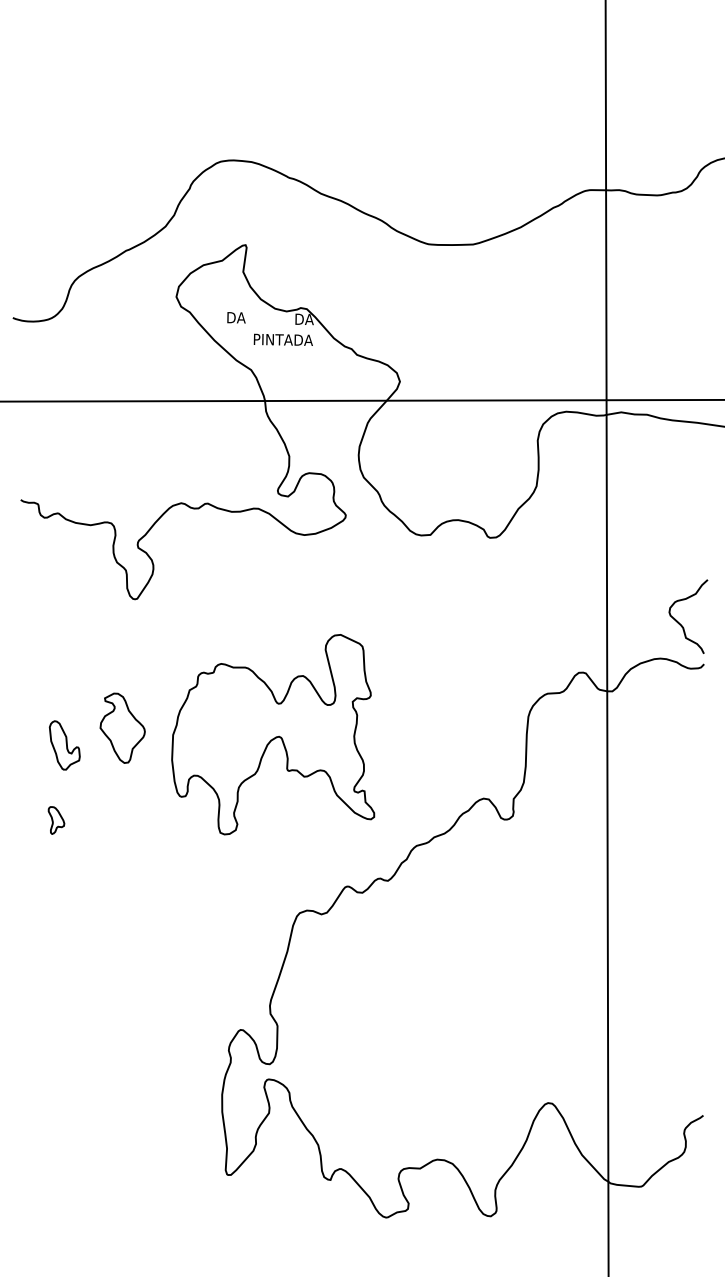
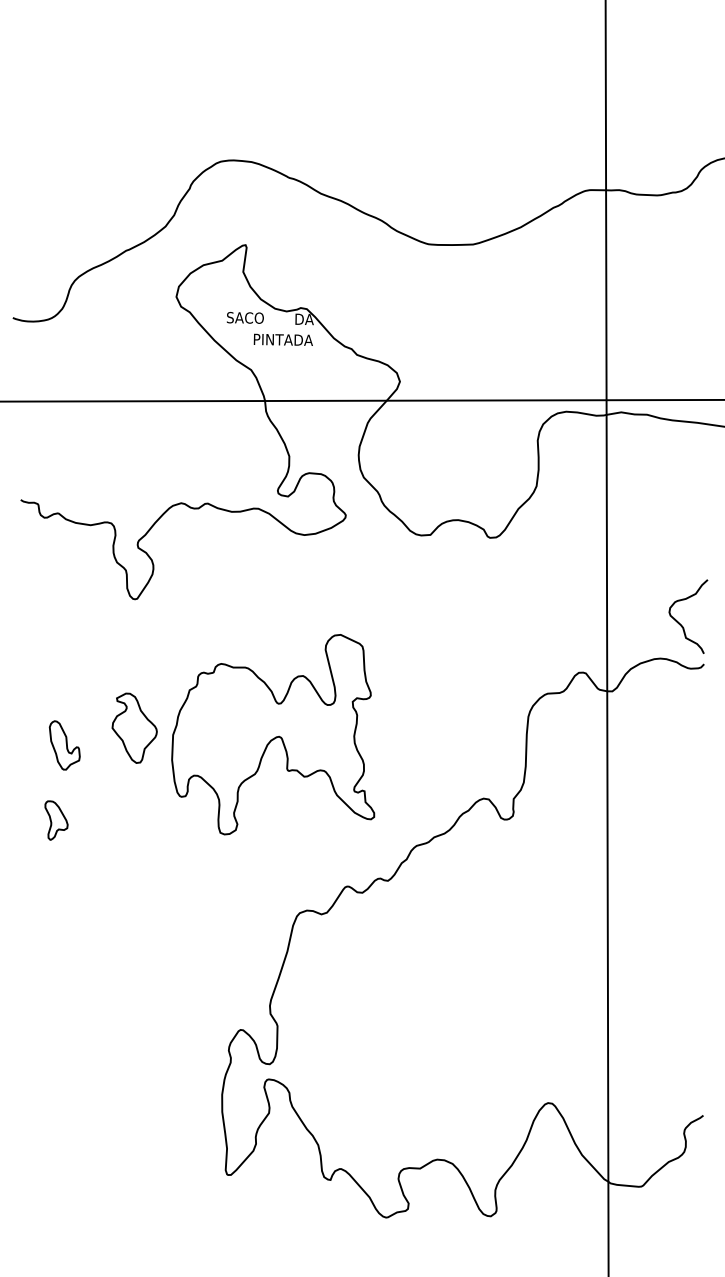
text at (244, 317): DA -> SACO
part at (122, 727) position: (122, 727) -> (134, 727)
part at (56, 820) size: 19x29 px -> 25x41 px
